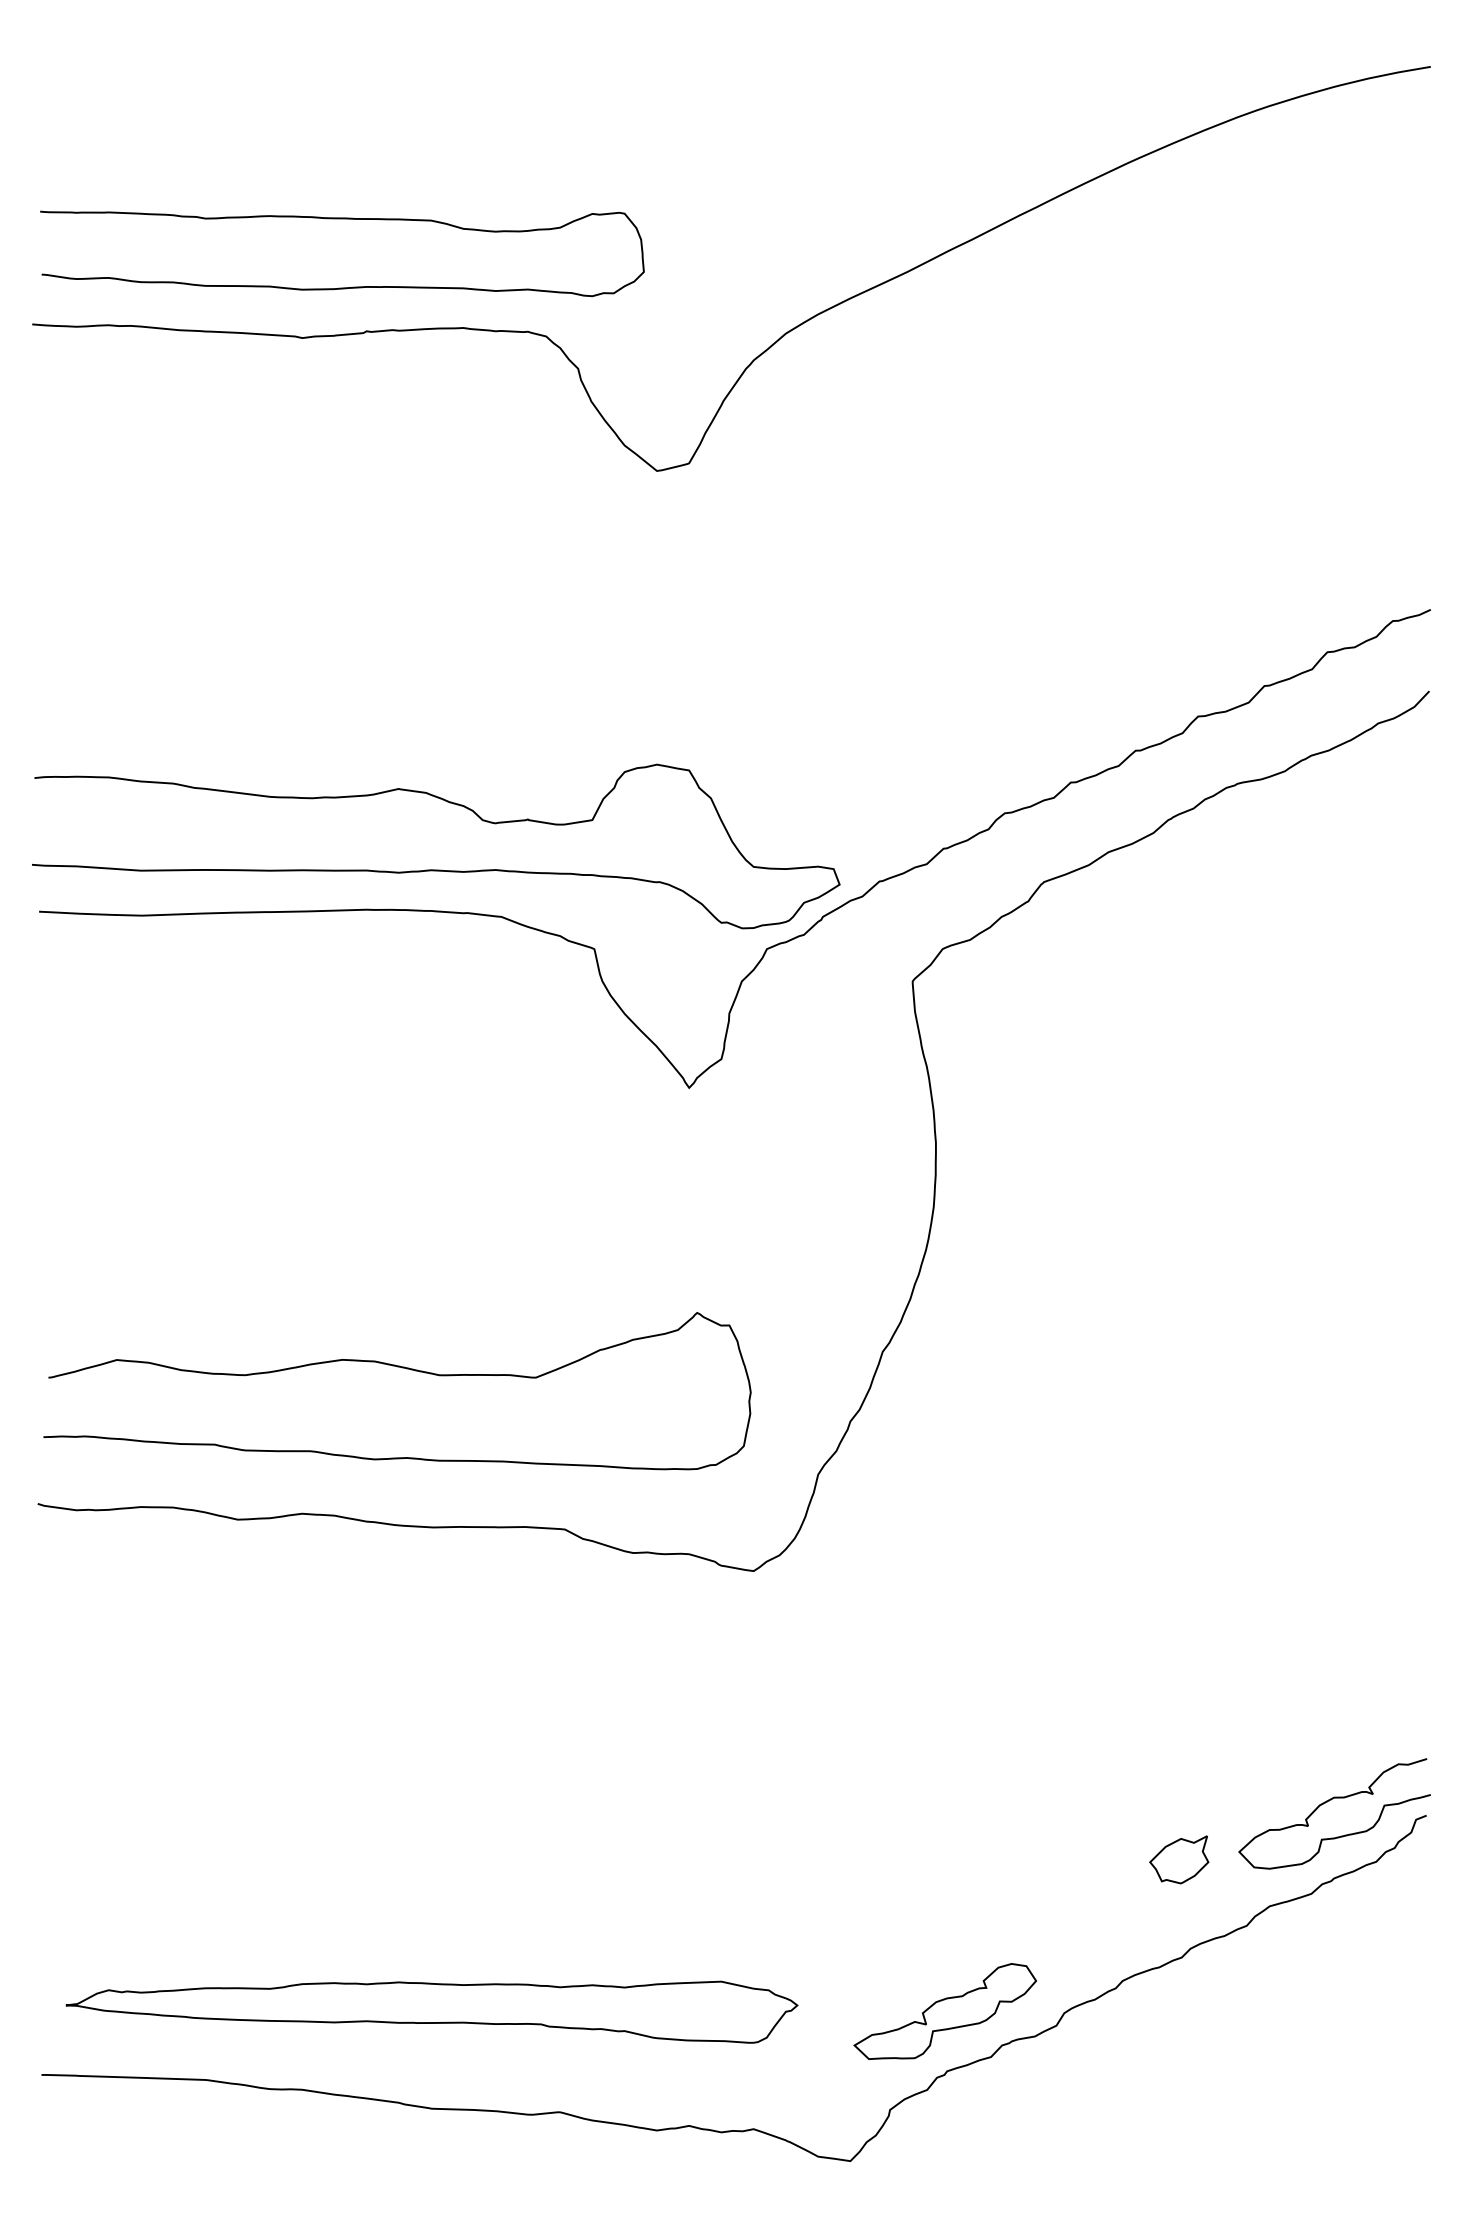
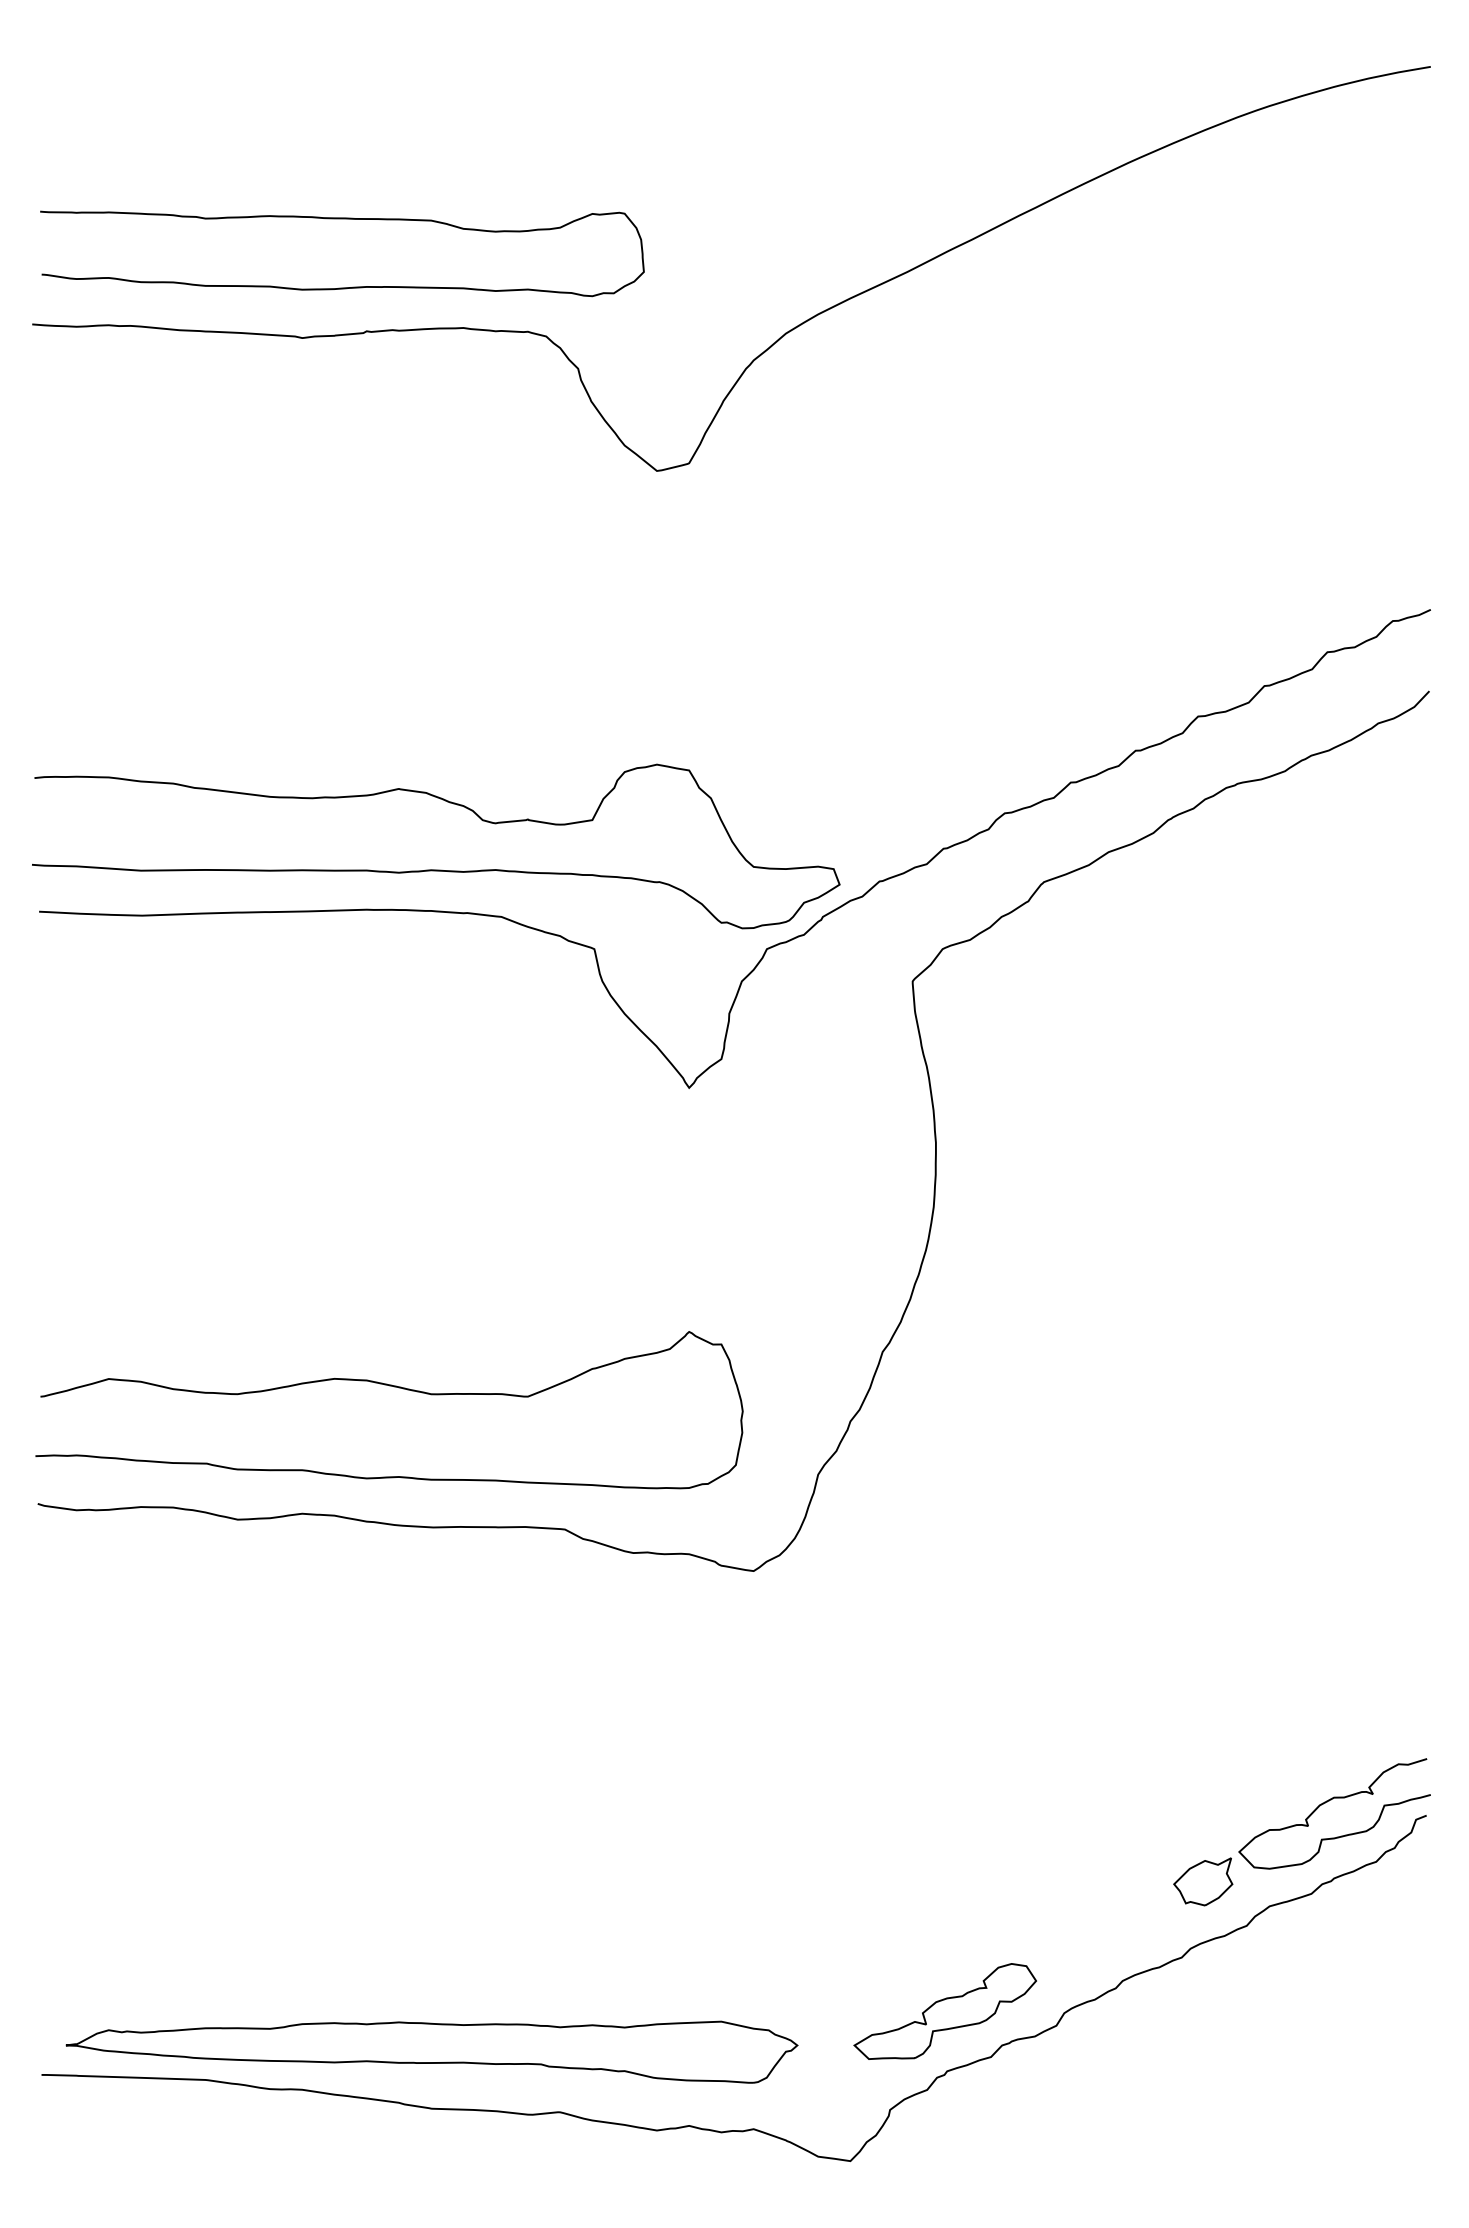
curve at (402, 1368) position: (402, 1368) -> (394, 1387)
part at (1179, 1859) position: (1179, 1859) -> (1203, 1881)
part at (431, 2011) position: (431, 2011) -> (431, 2051)
